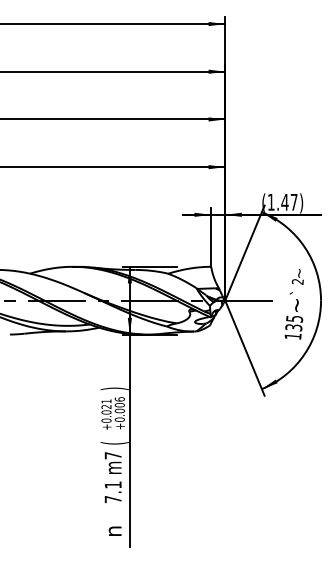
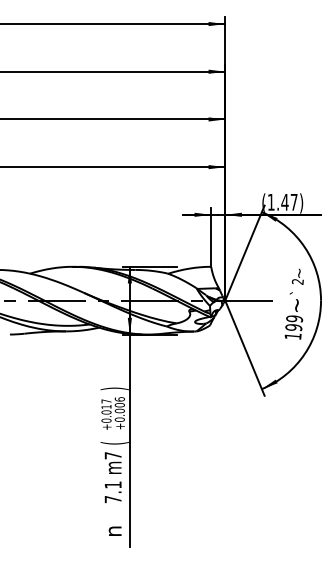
text at (293, 323): 135 -> 199
text at (106, 403): +0.021 -> +0.017
